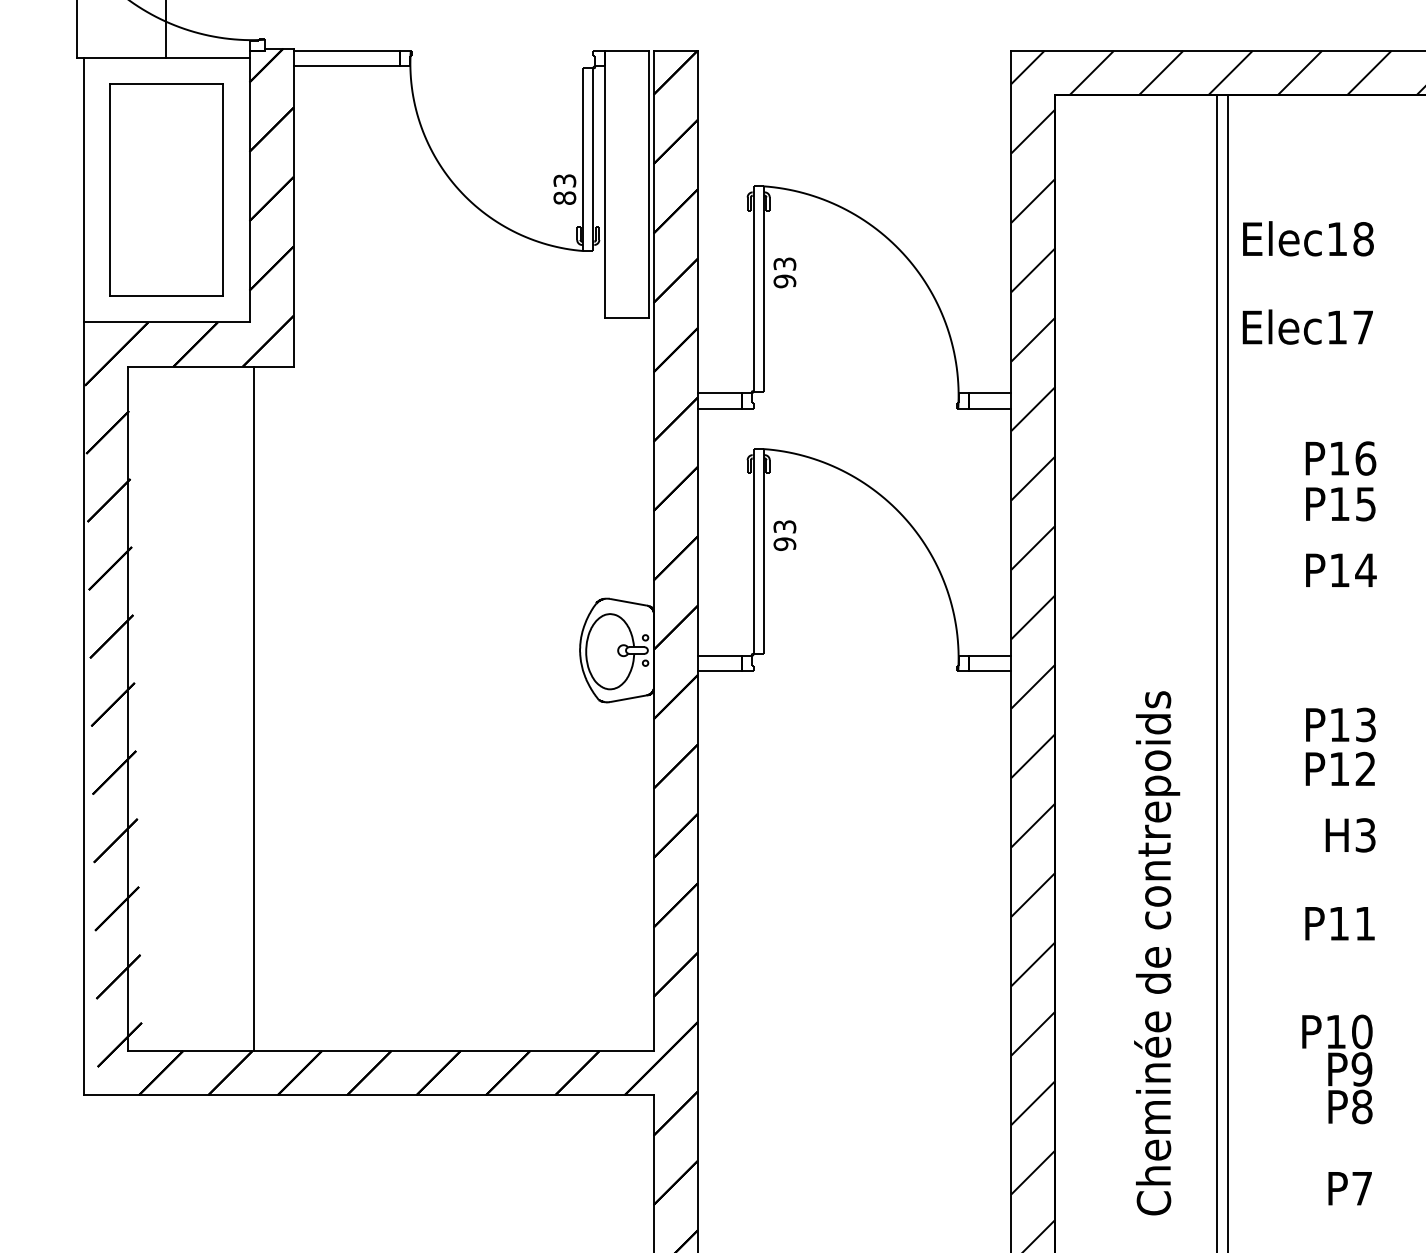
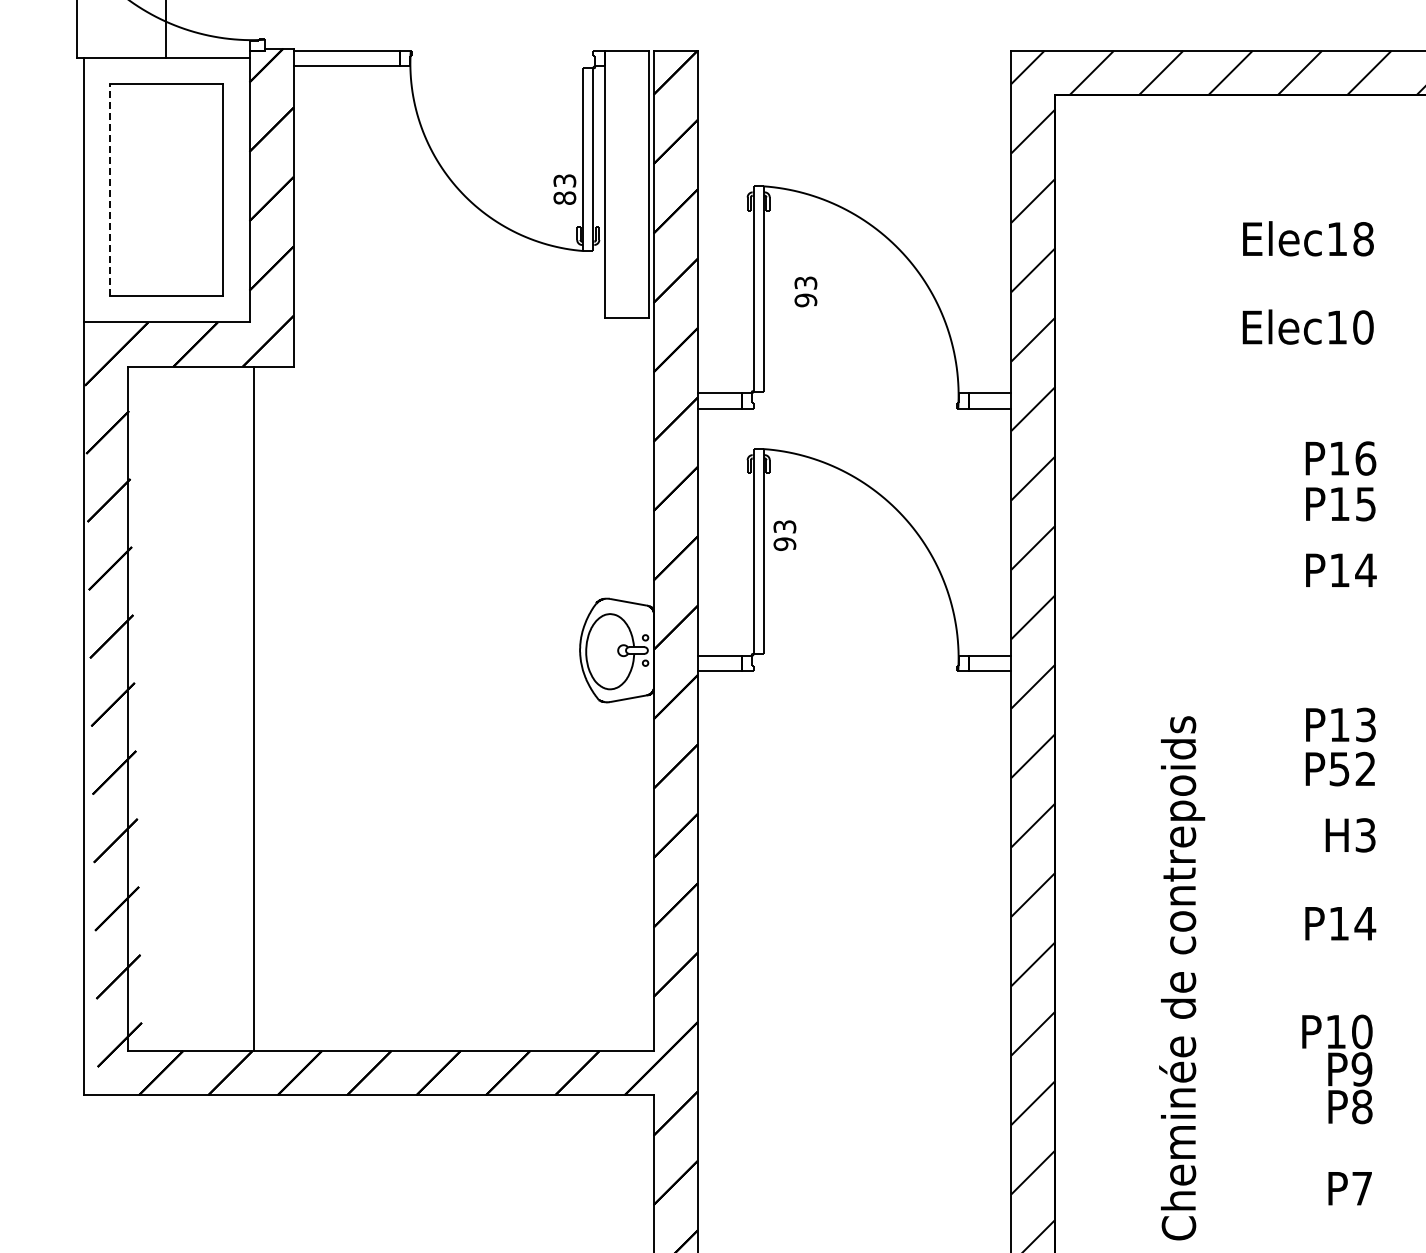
line at (110, 189): solid -> dashed
text at (784, 272) position: (784, 272) -> (805, 291)
text at (1363, 327): Elec17 -> Elec10
line at (1216, 672): present -> none
line at (1227, 672): present -> none
text at (1339, 769): P12 -> P52
text at (1365, 923): P11 -> P14
text at (1157, 953) position: (1157, 953) -> (1182, 978)
